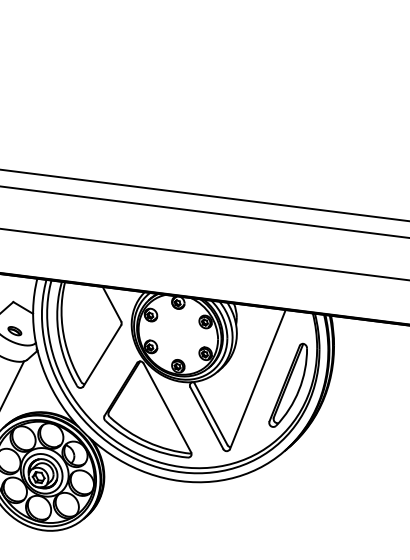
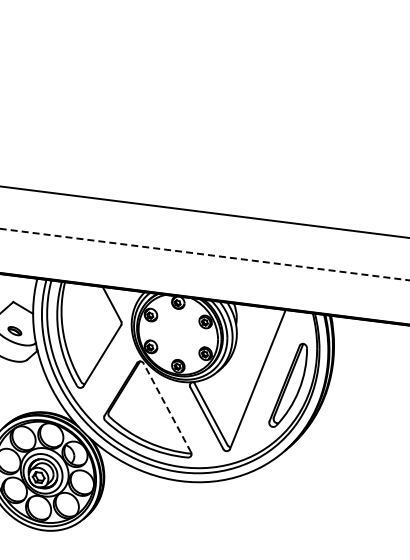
line at (204, 194): present -> none
line at (205, 254): solid -> dashed
line at (13, 383): present -> none
line at (167, 407): solid -> dashed
